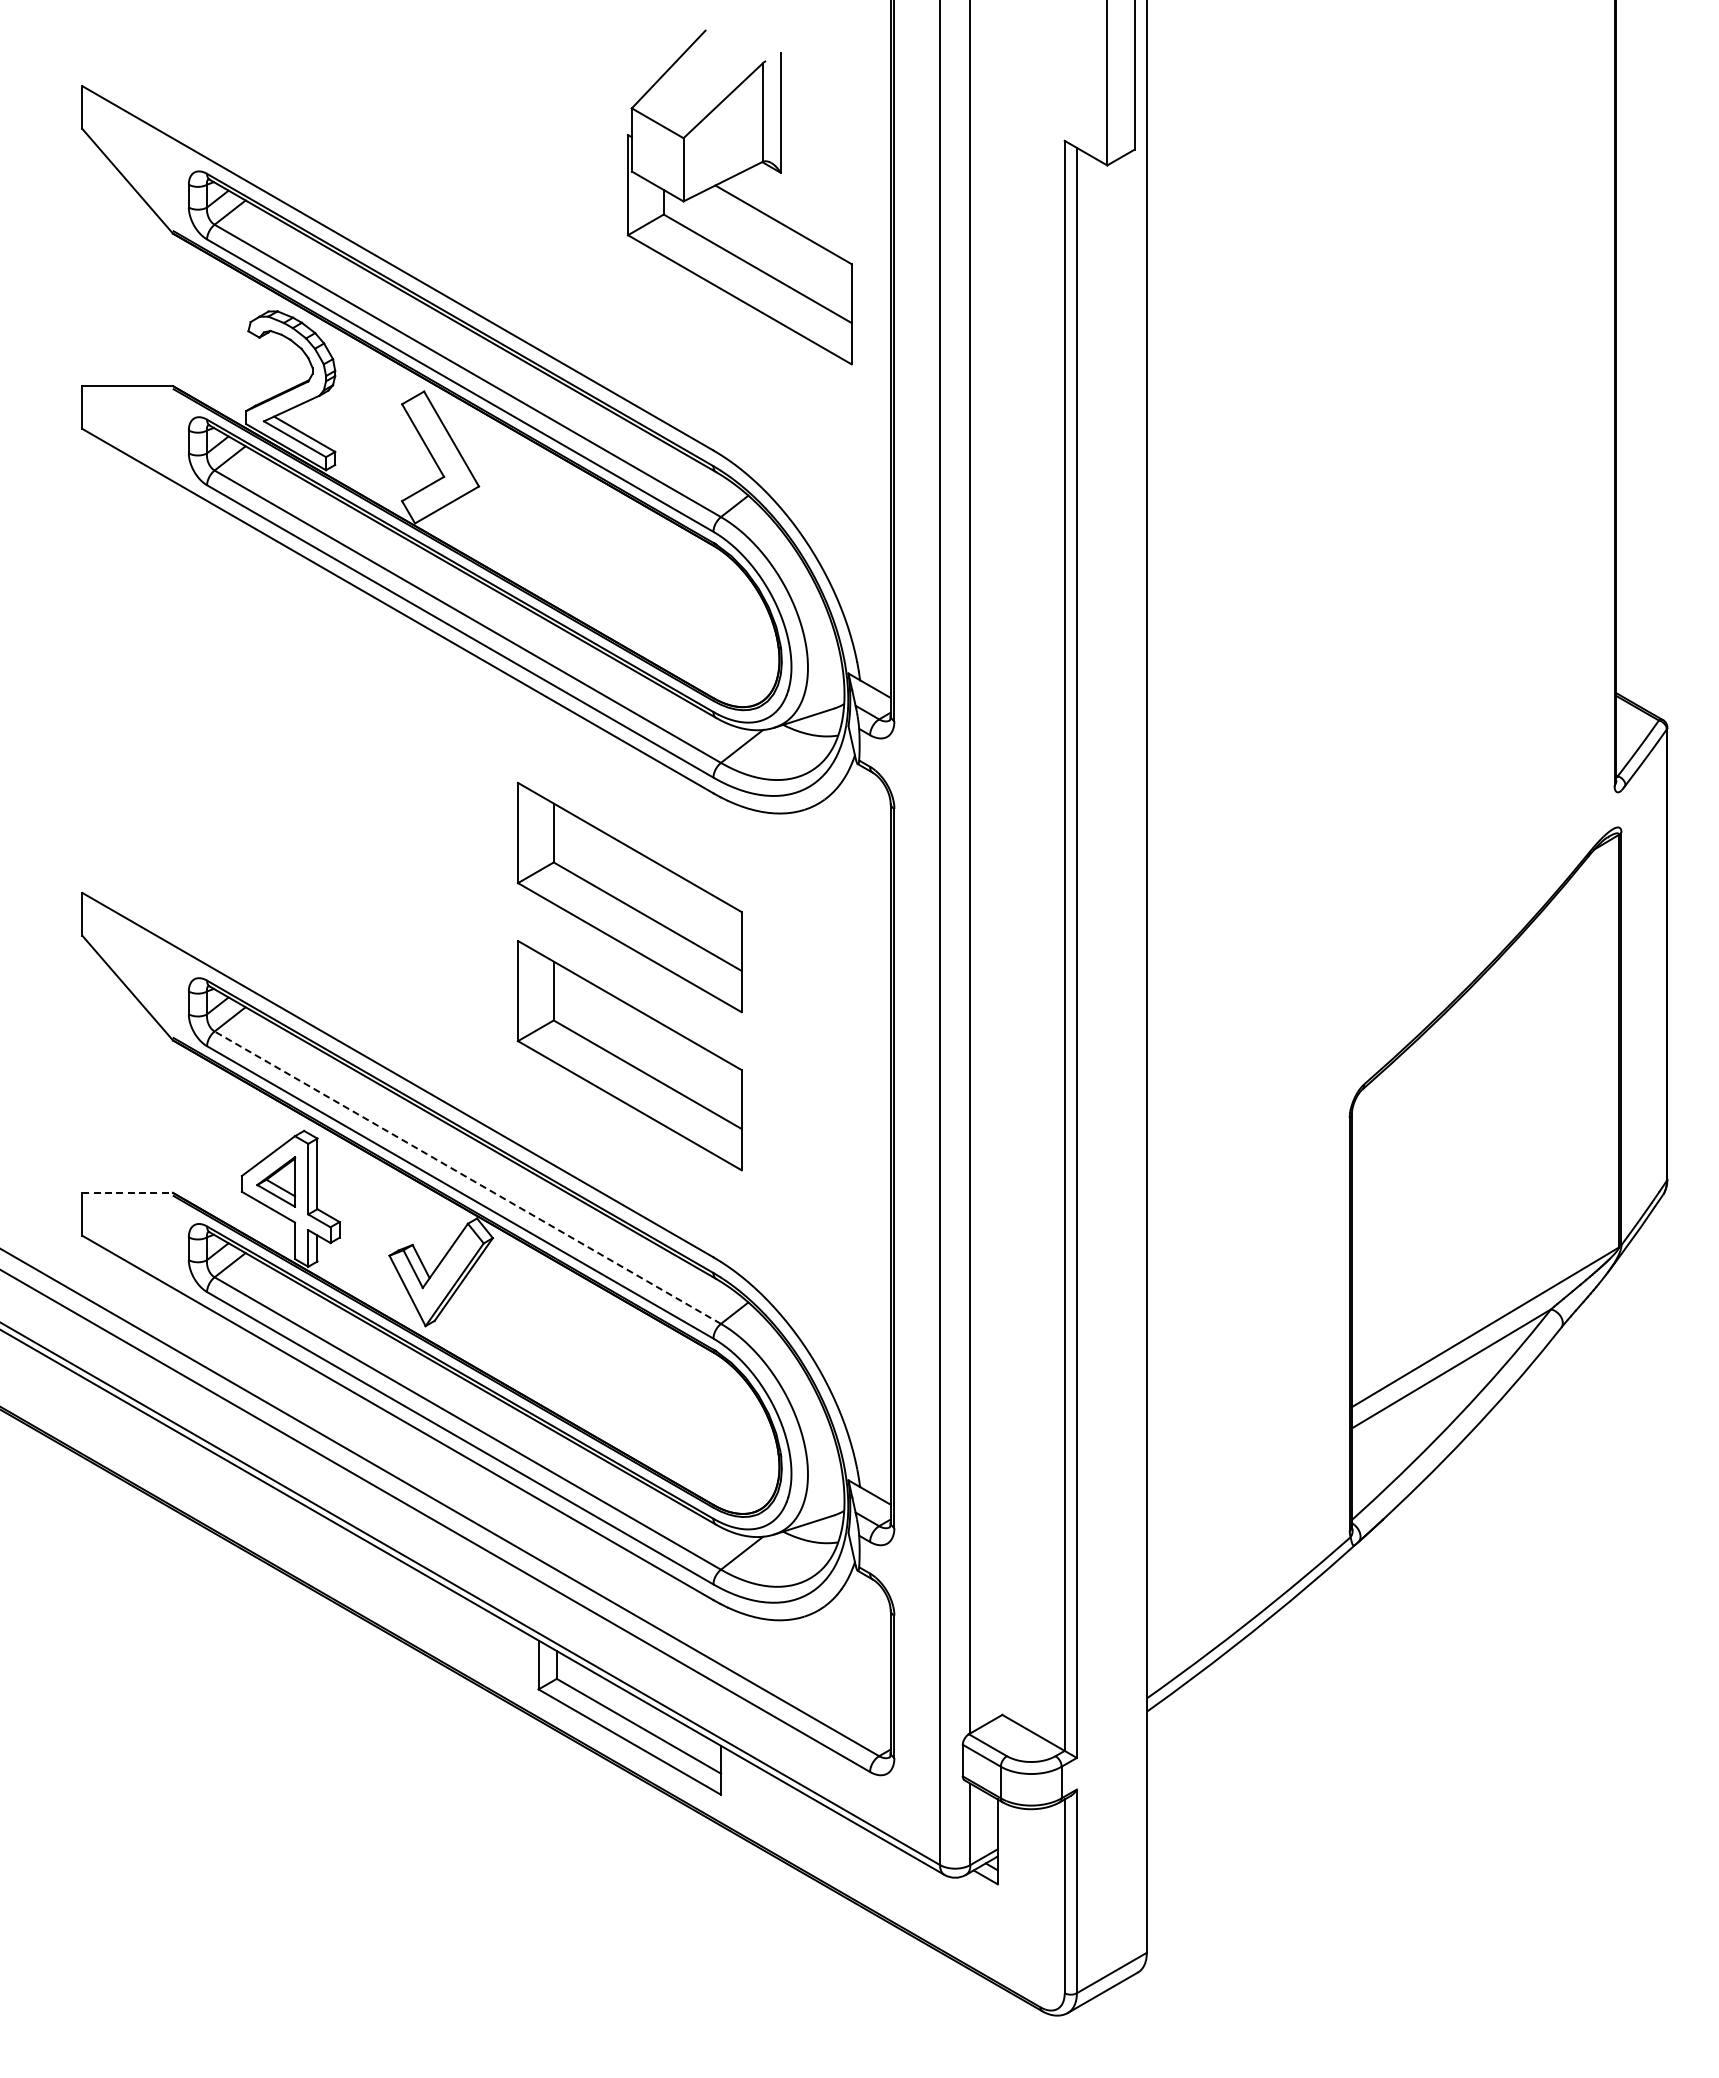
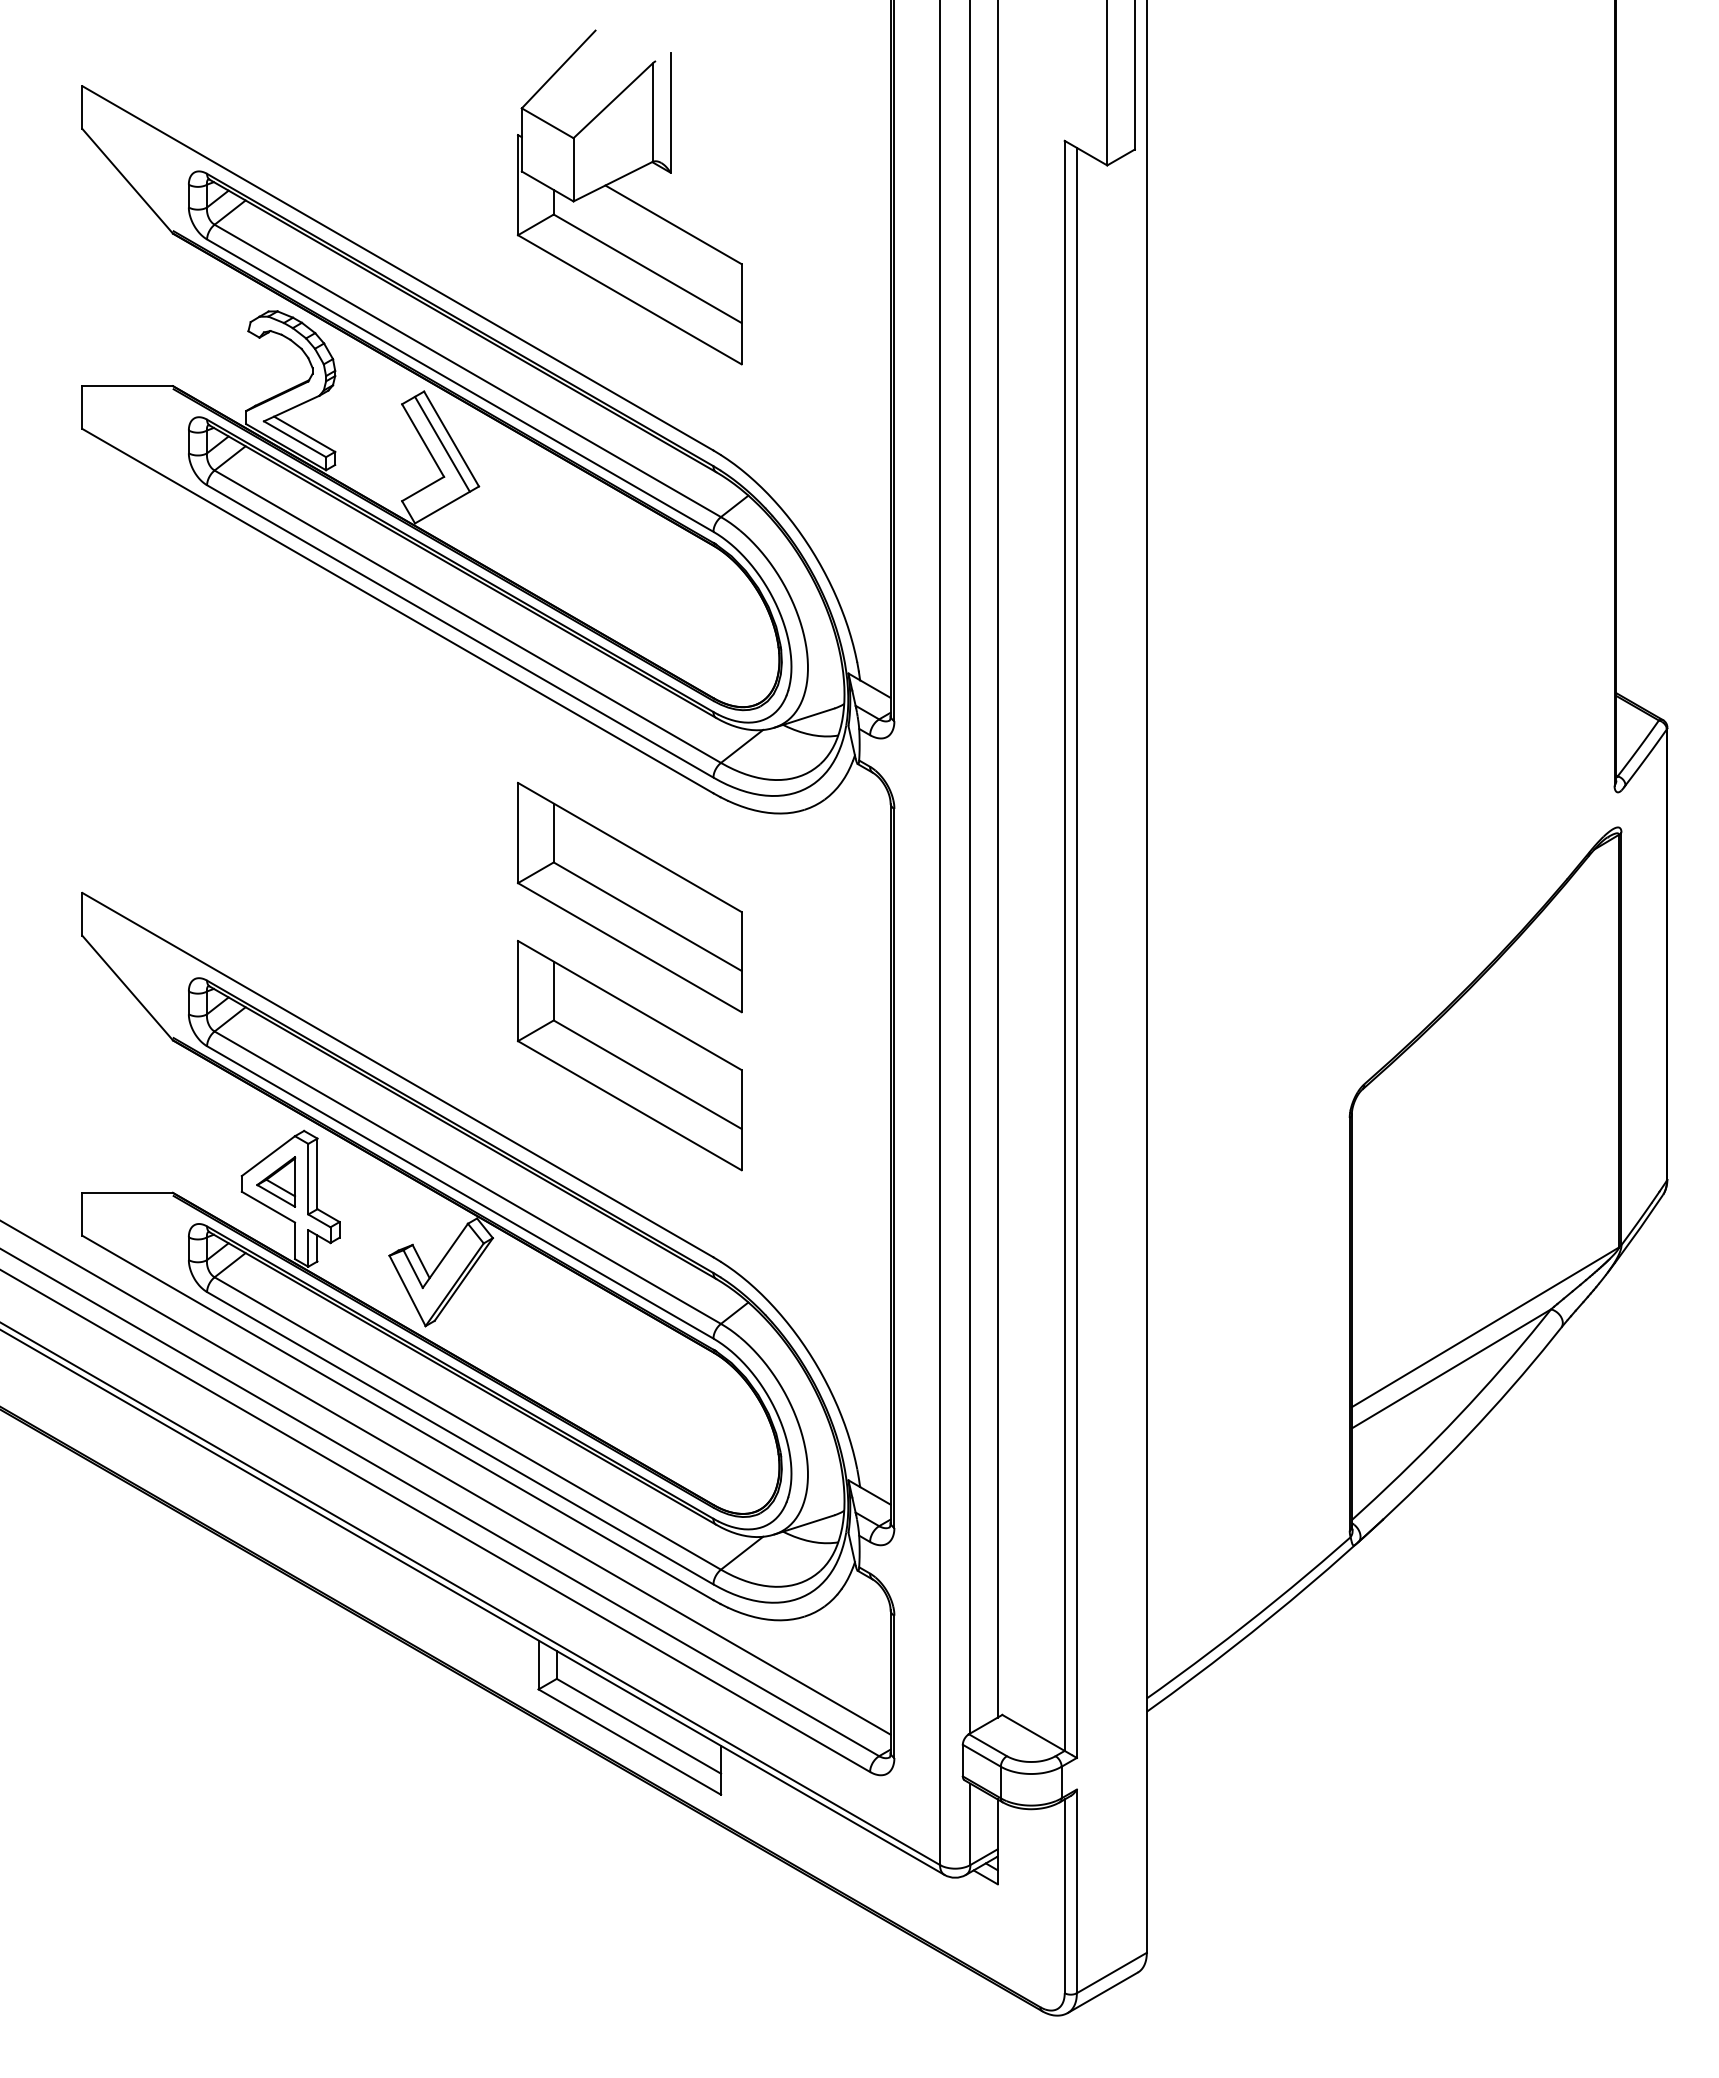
part at (739, 197) position: (739, 197) -> (629, 197)
line at (442, 443): none -> present
line at (997, 859): none -> present
line at (467, 1177): dashed -> solid
line at (128, 1192): dashed -> solid
line at (446, 1478): none -> present
